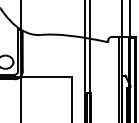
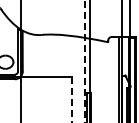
line at (85, 61): solid -> dashed
line at (71, 99): solid -> dashed
